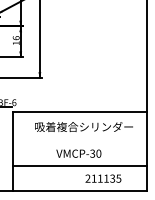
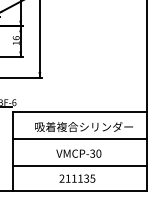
line at (79, 139): none -> present
text at (103, 178) position: (103, 178) -> (77, 178)
